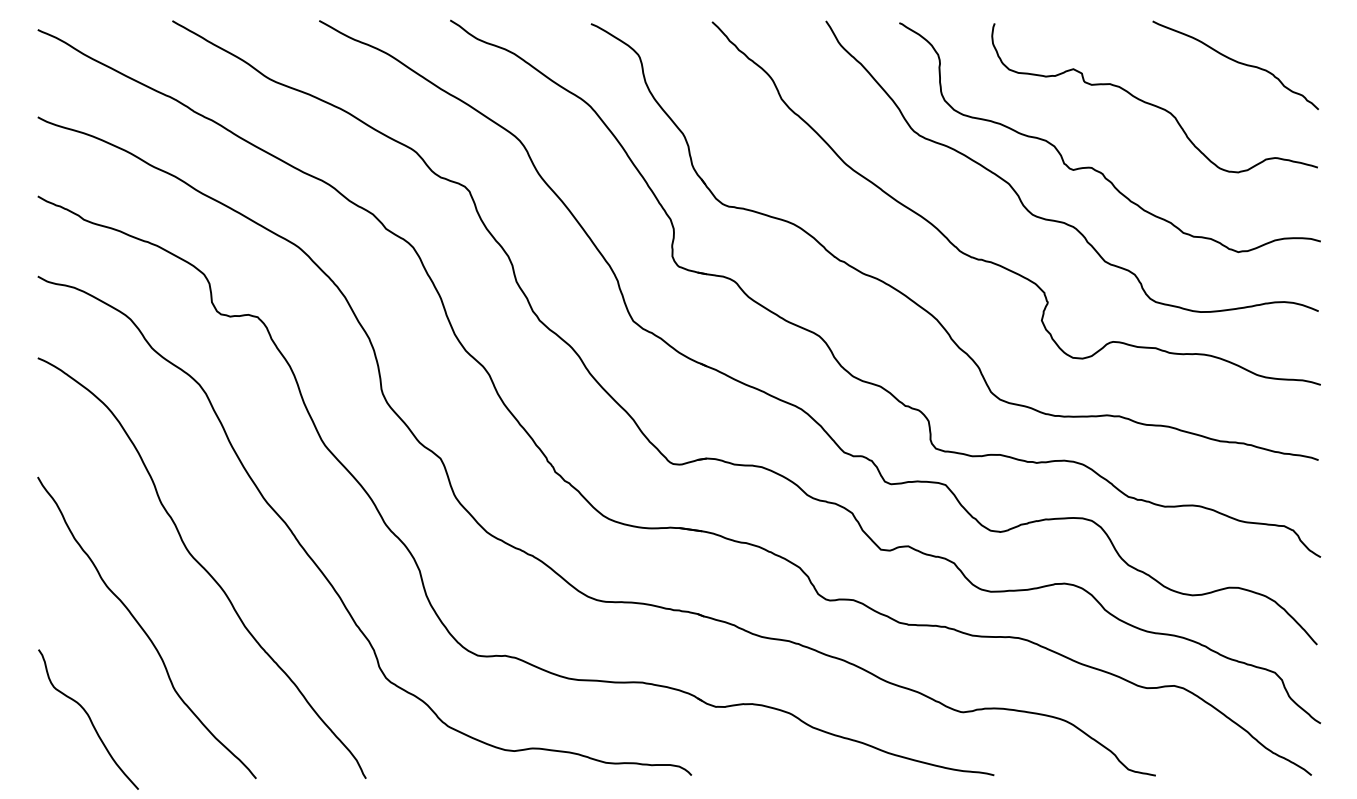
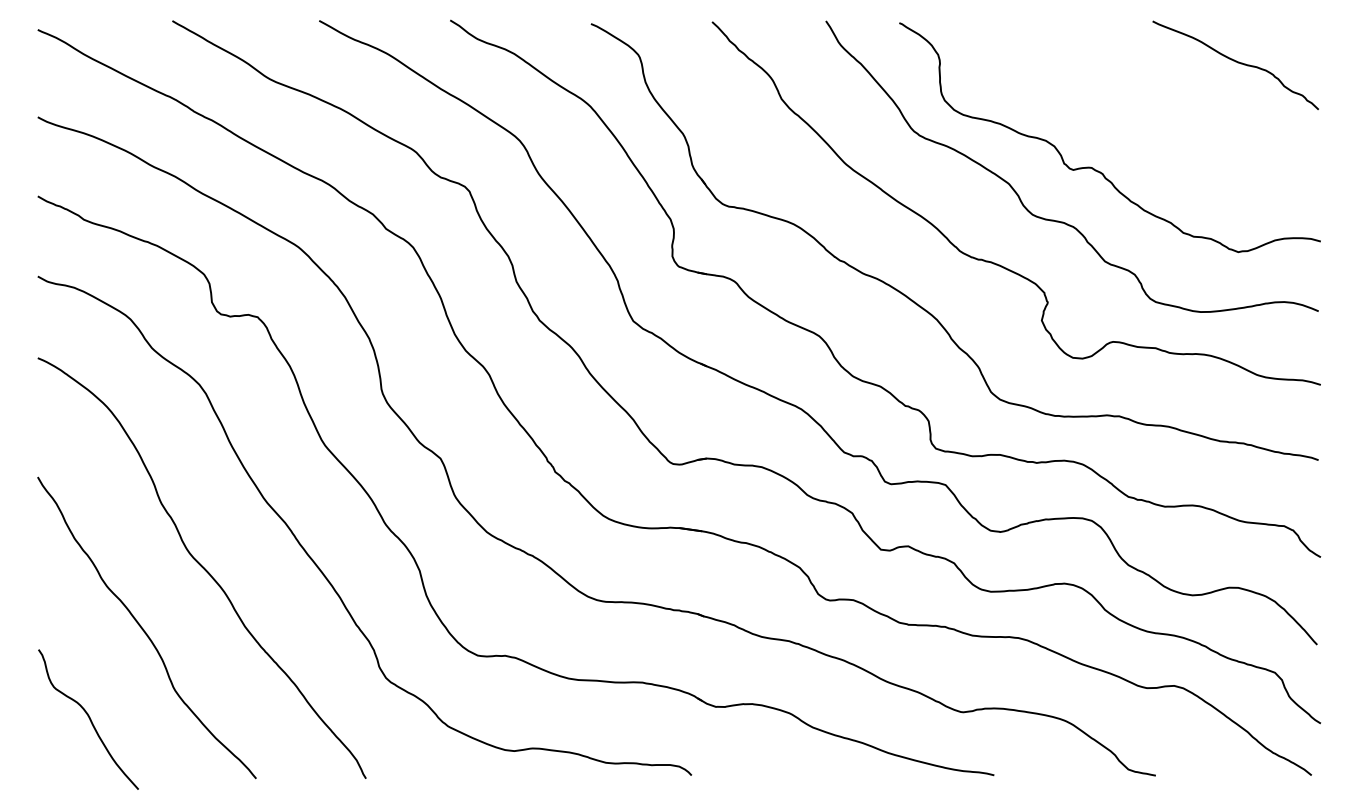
curve at (1152, 103): present -> none
